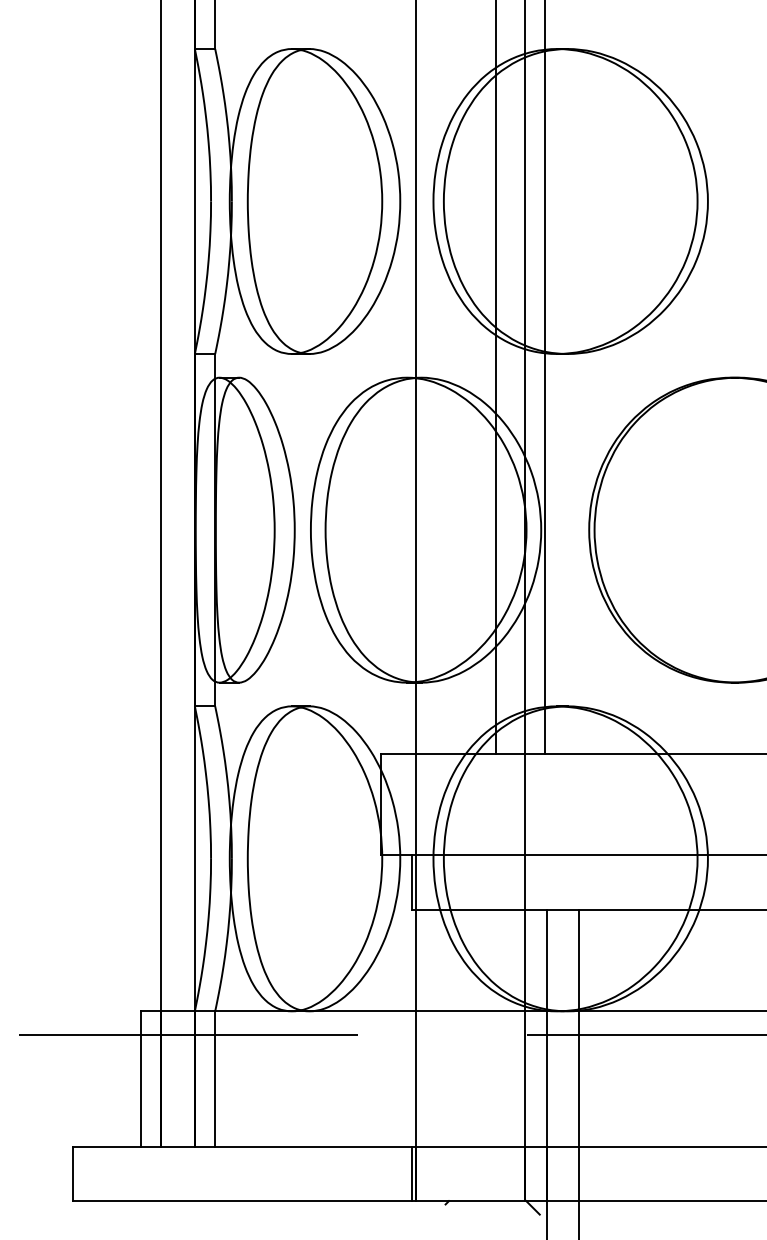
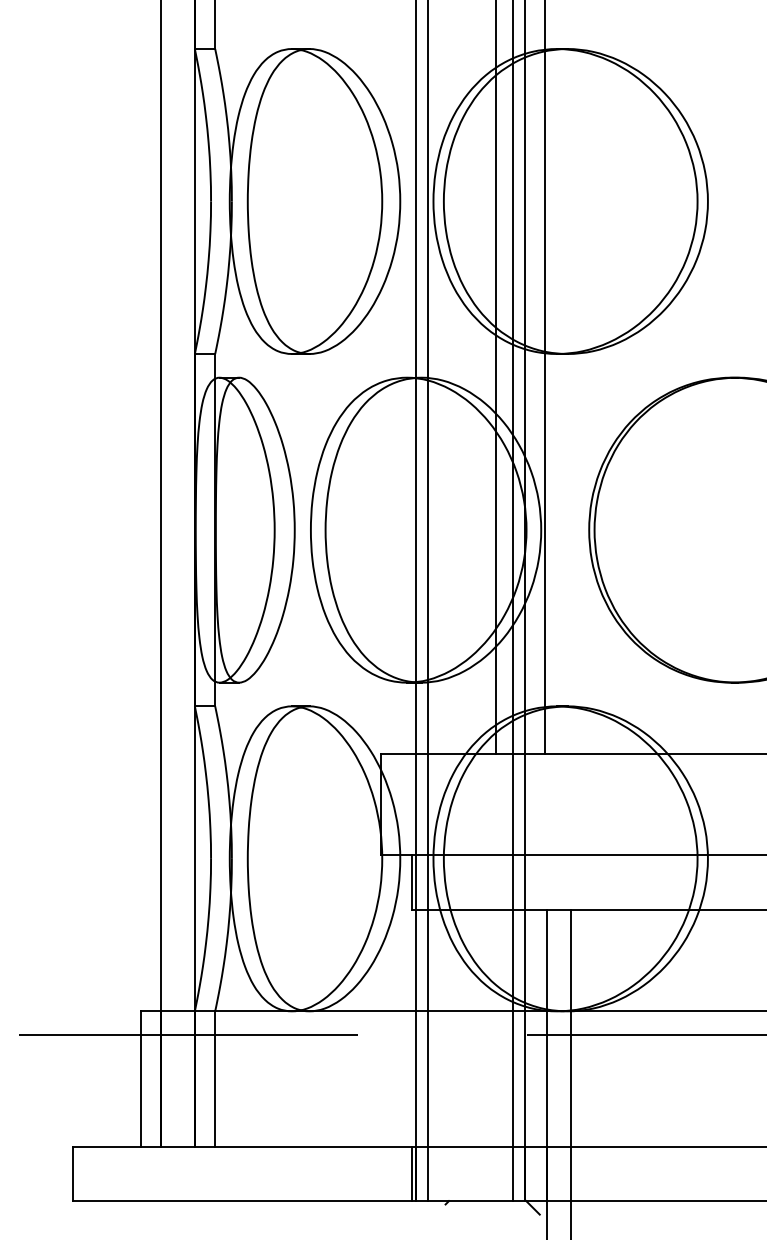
line at (428, 601): none -> present
line at (512, 601): none -> present
line at (578, 1072) position: (578, 1072) -> (570, 1072)
